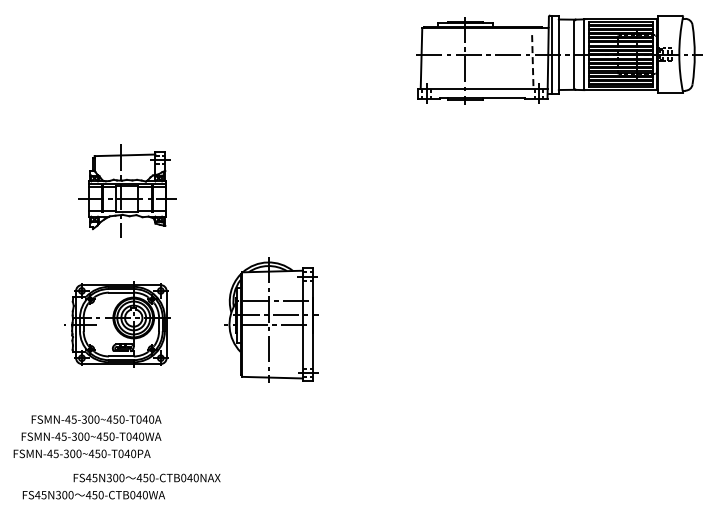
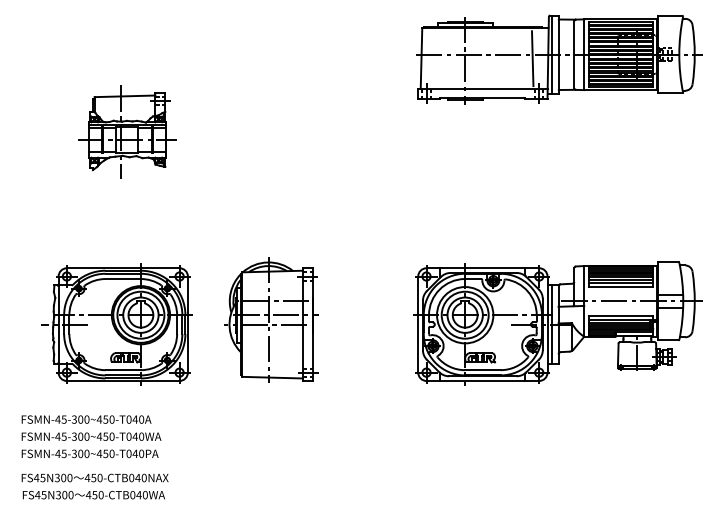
line at (532, 58): dashed -> solid
part at (127, 190) position: (127, 190) -> (127, 131)
part at (557, 323): none -> present
part at (117, 324) size: 107x87 px -> 152x123 px
text at (96, 419) position: (96, 419) -> (86, 419)
text at (81, 453) position: (81, 453) -> (89, 453)
text at (146, 477) position: (146, 477) -> (94, 477)
